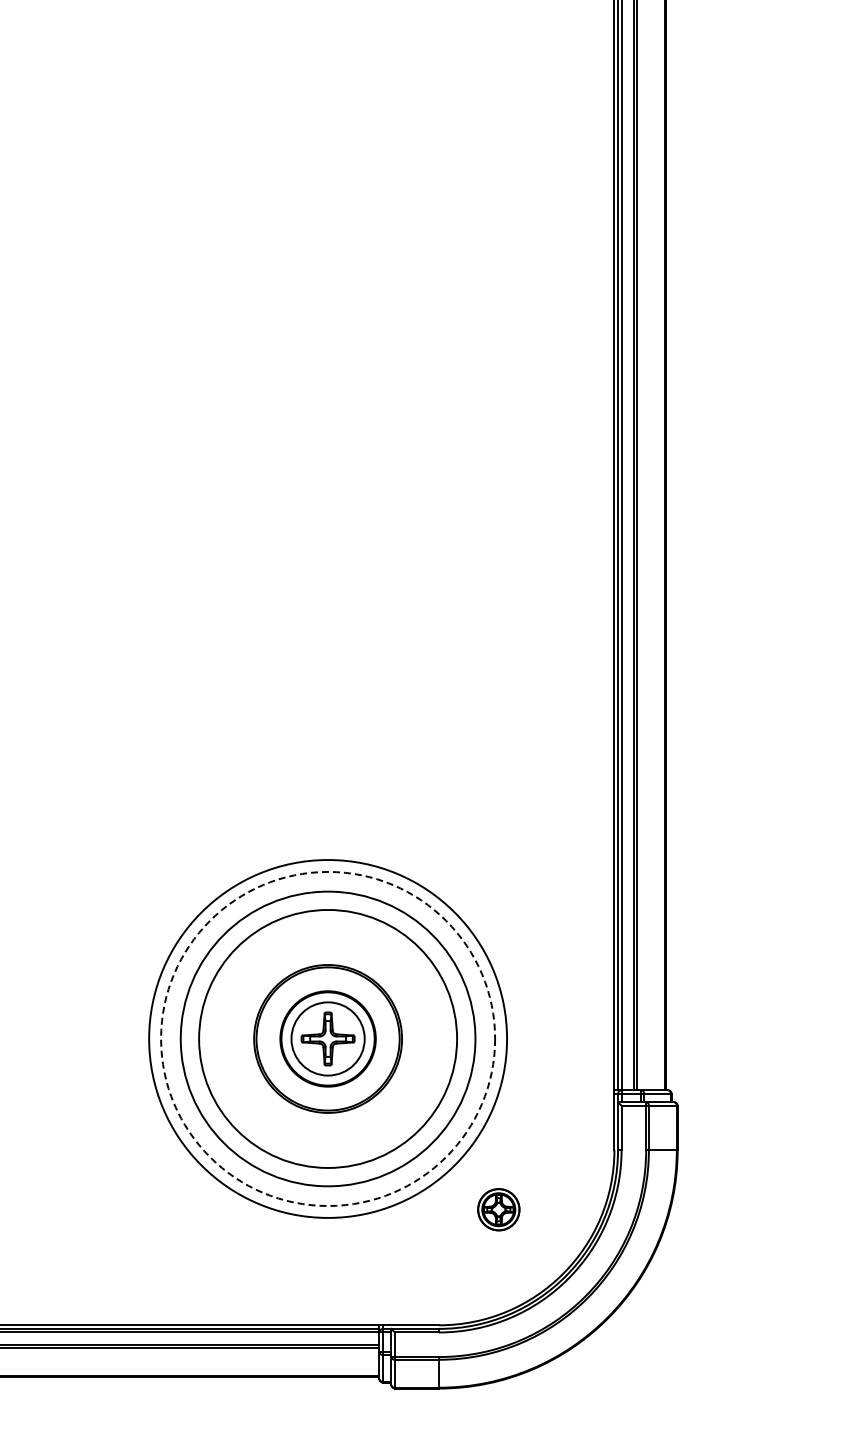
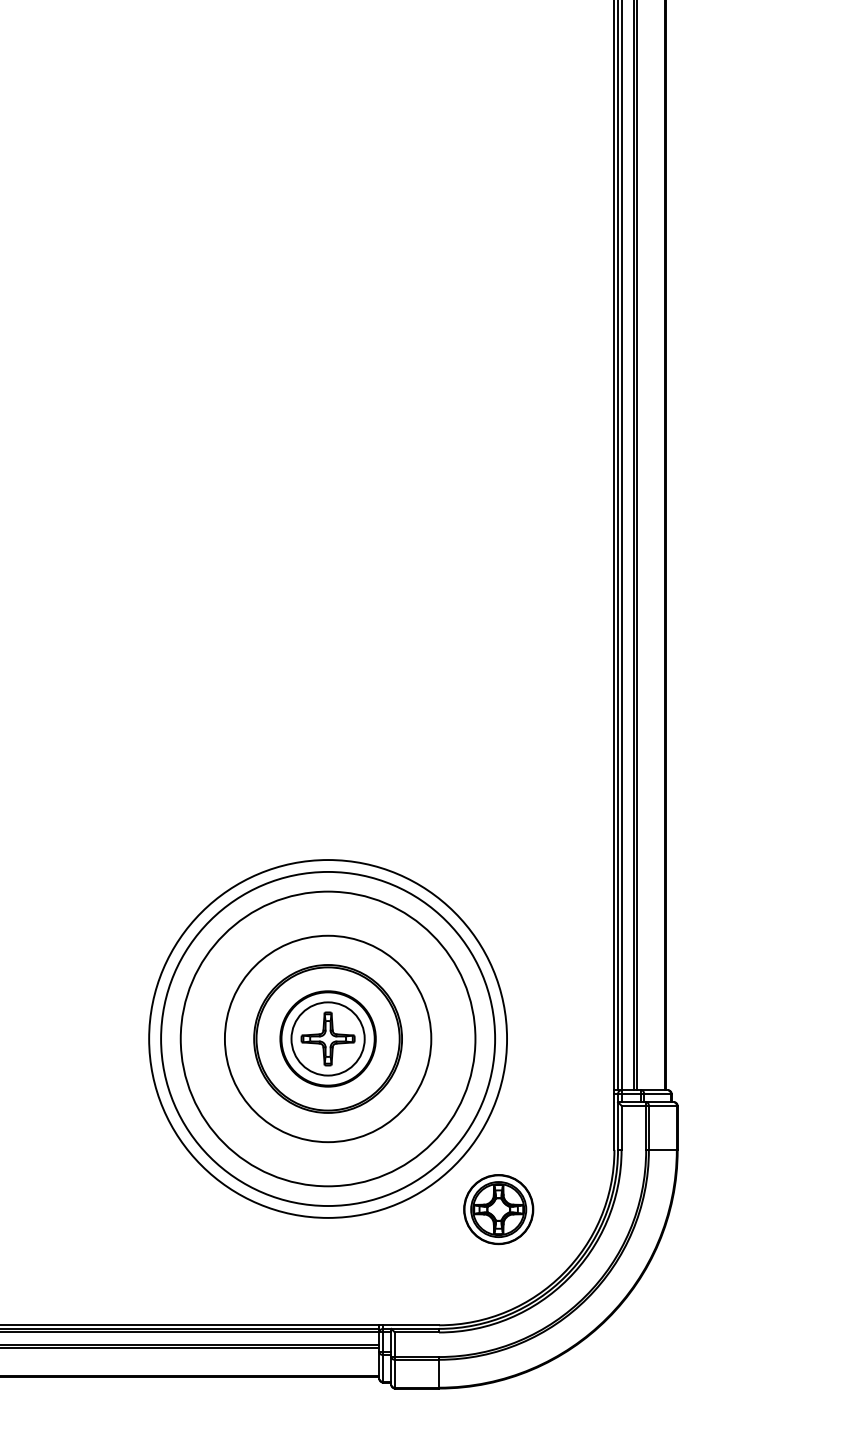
circle at (328, 1038) diameter: 258 px -> 206 px
circle at (328, 1038): dashed -> solid
part at (498, 1209) size: 44x44 px -> 72x72 px
